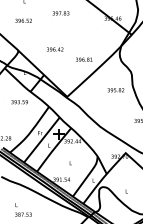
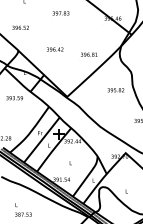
text at (23, 20) position: (23, 20) -> (20, 27)
text at (84, 59) position: (84, 59) -> (89, 54)
text at (19, 102) position: (19, 102) -> (14, 98)
